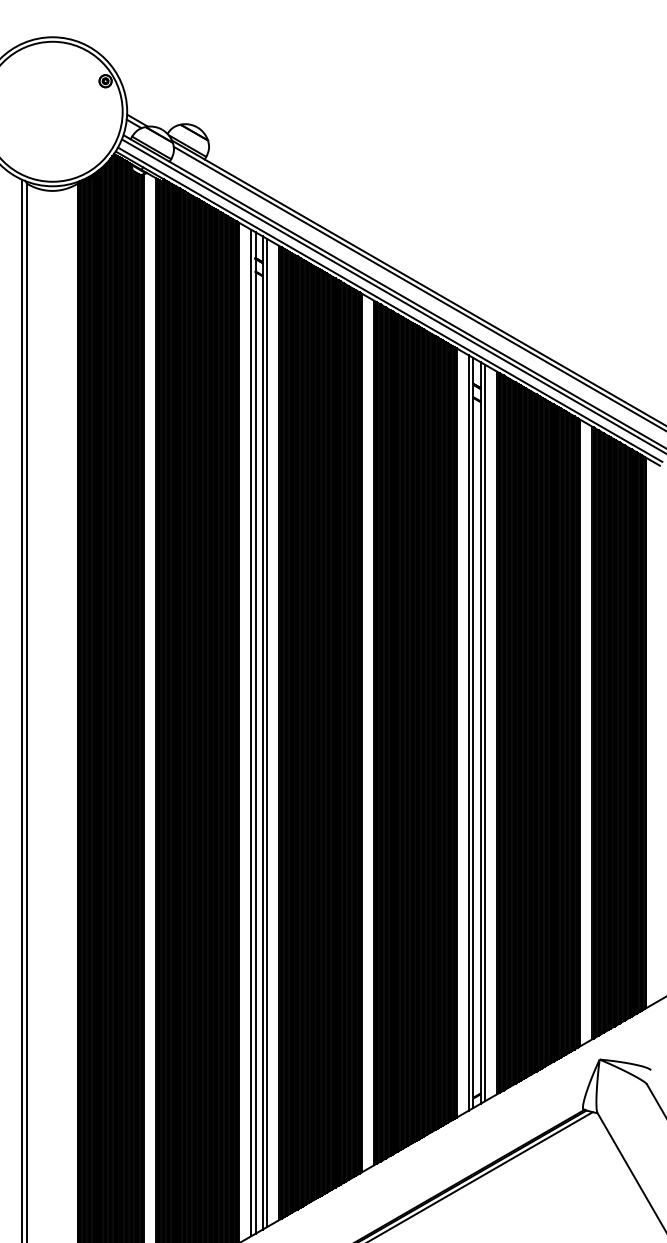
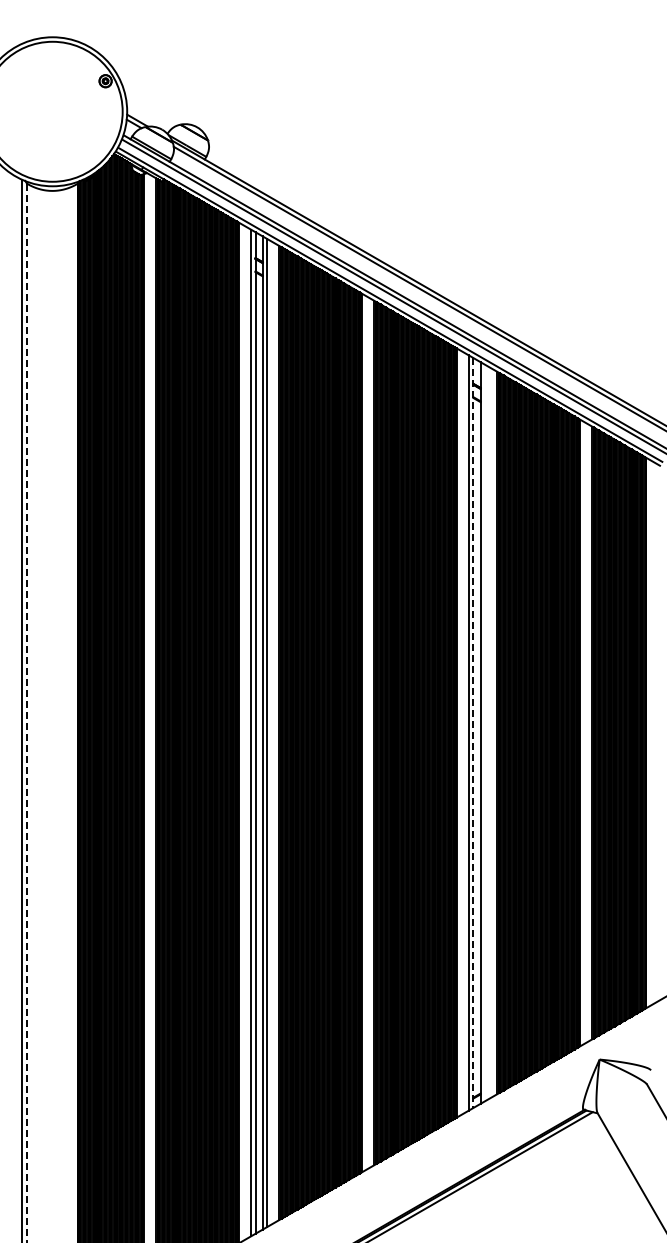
line at (27, 713): solid -> dashed
line at (485, 732): present -> none
line at (473, 733): solid -> dashed
